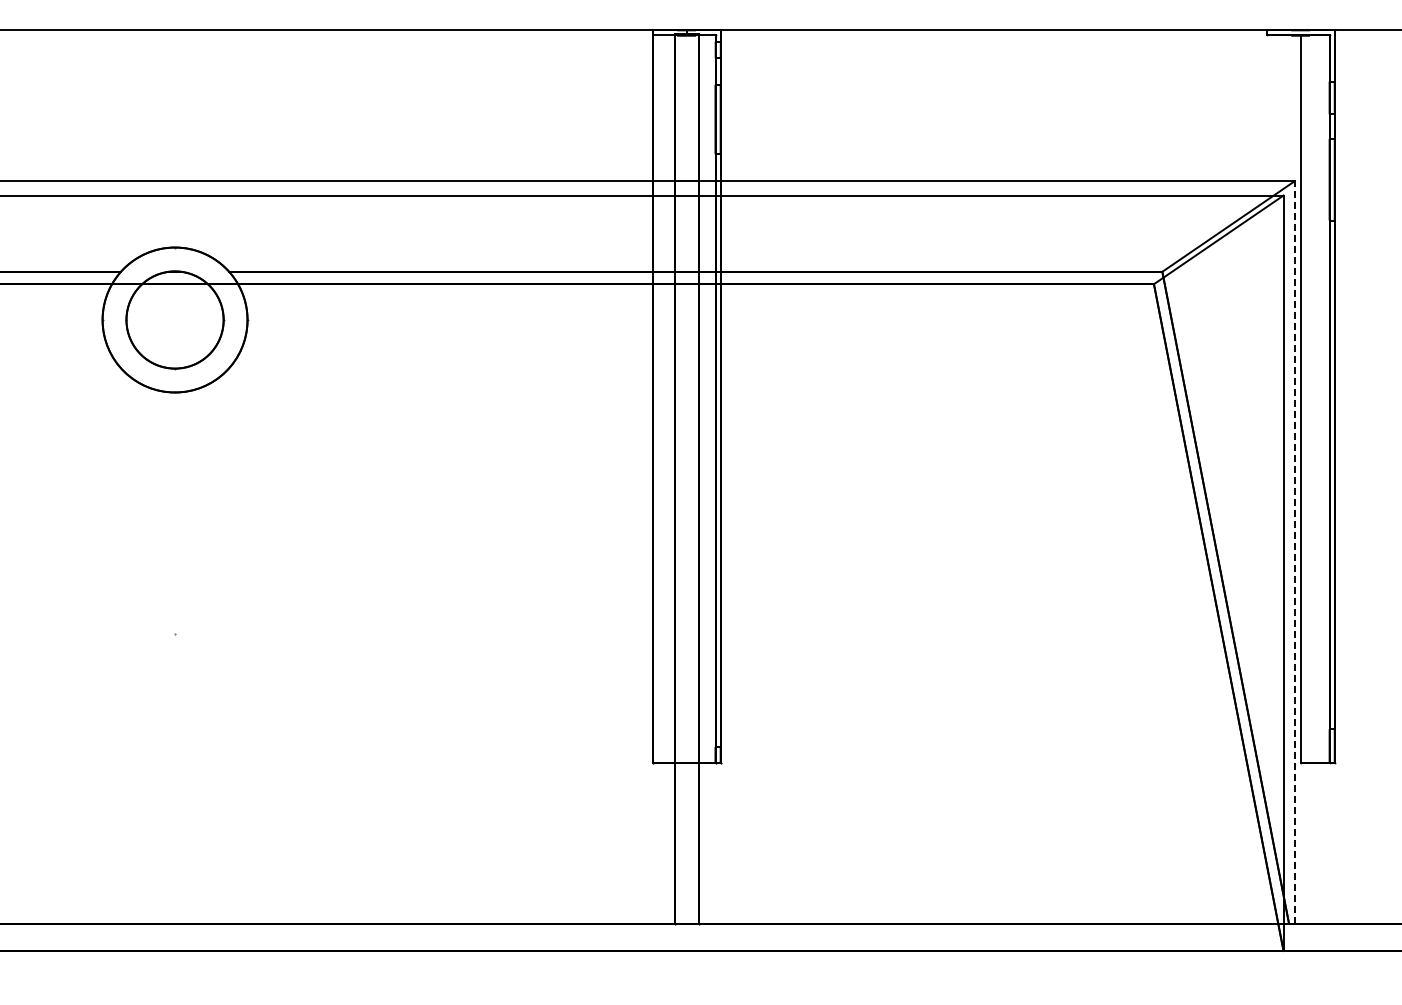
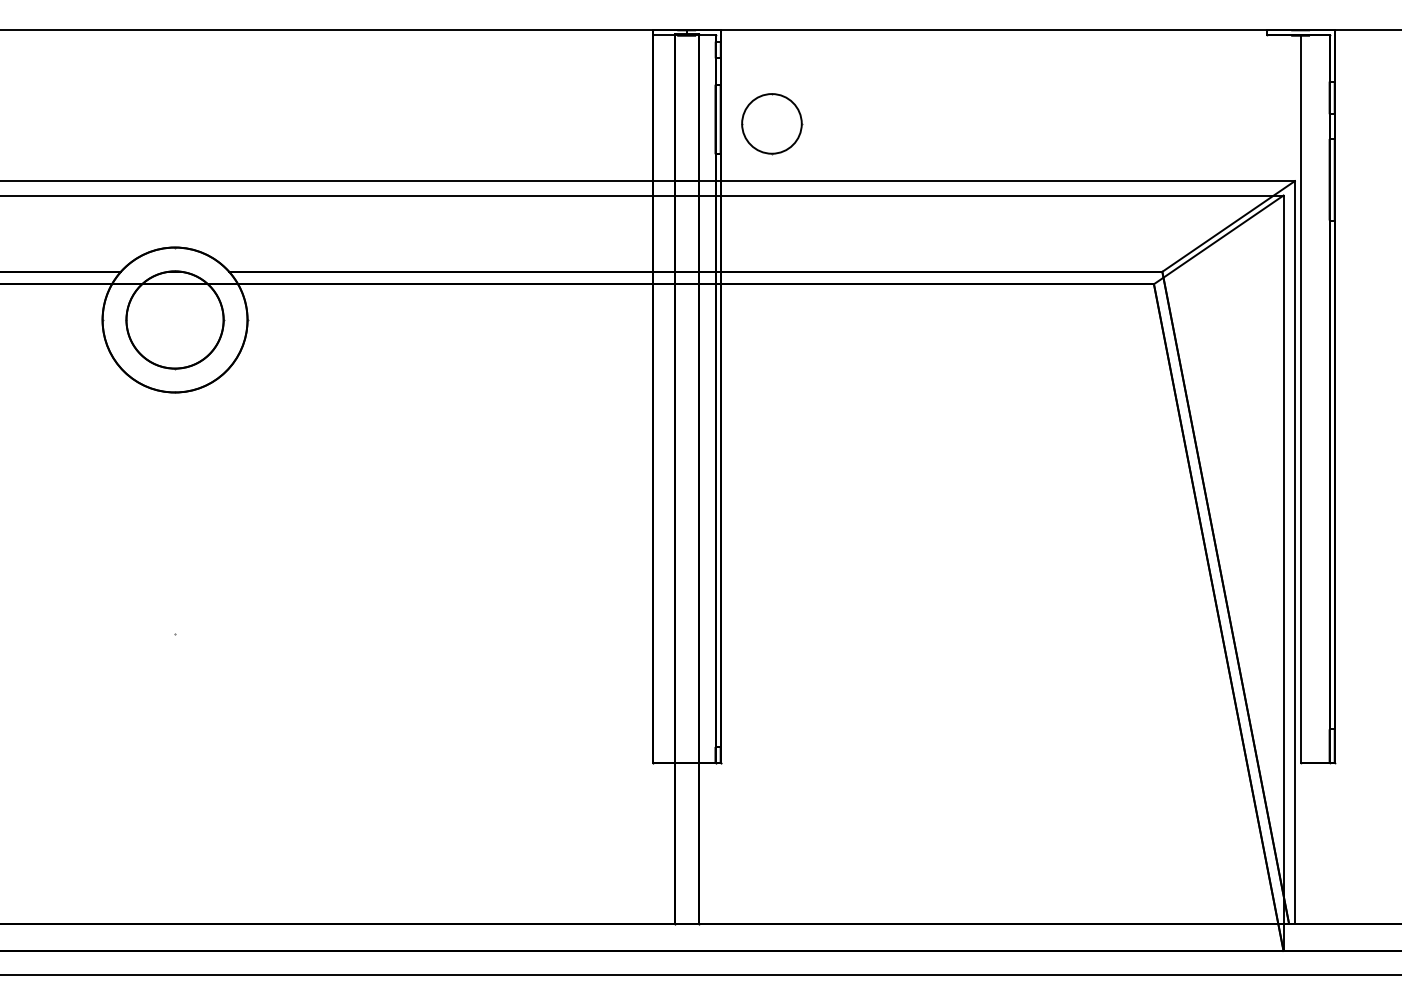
part at (772, 124): none -> present
line at (1294, 551): dashed -> solid
line at (700, 974): none -> present
